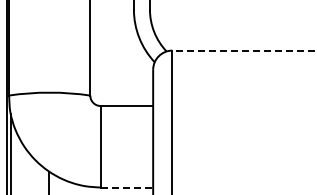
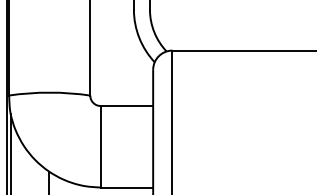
line at (244, 50): dashed -> solid
line at (127, 187): dashed -> solid
